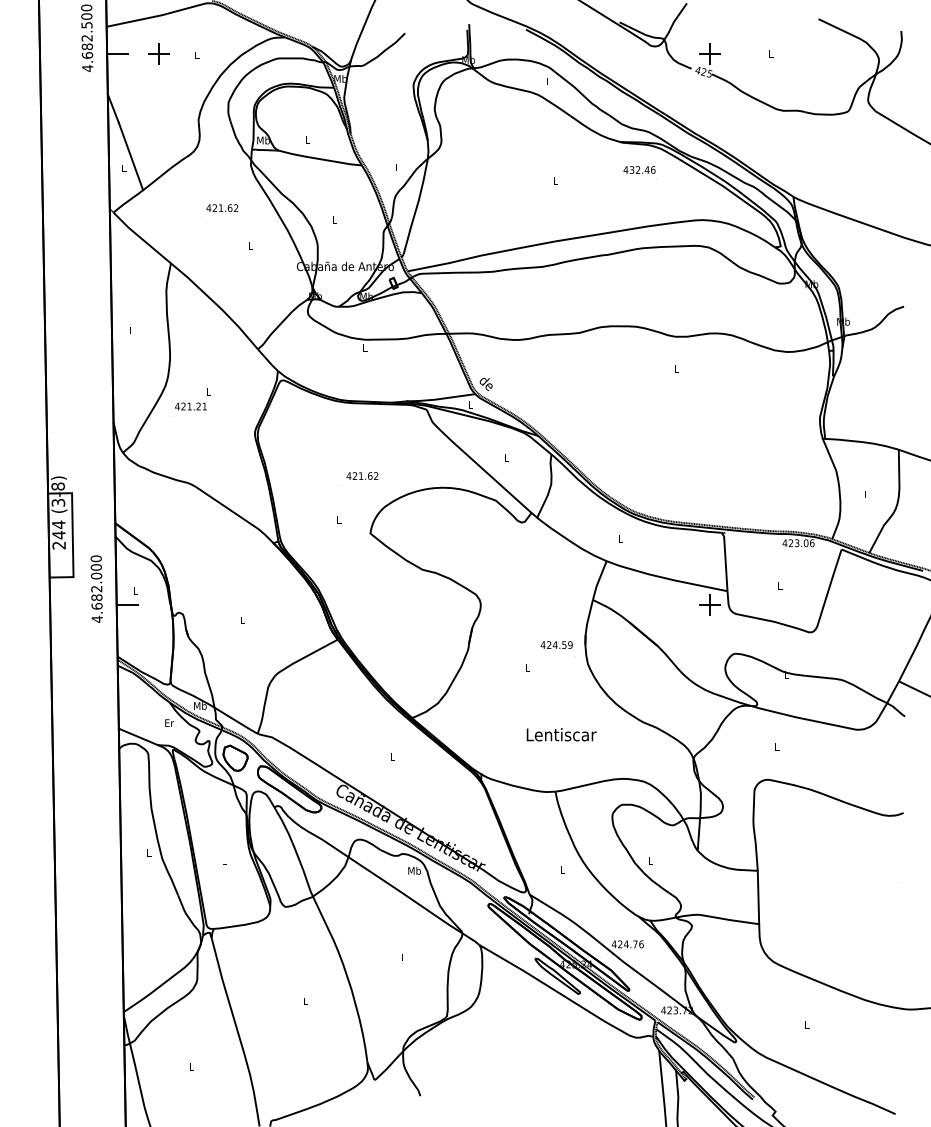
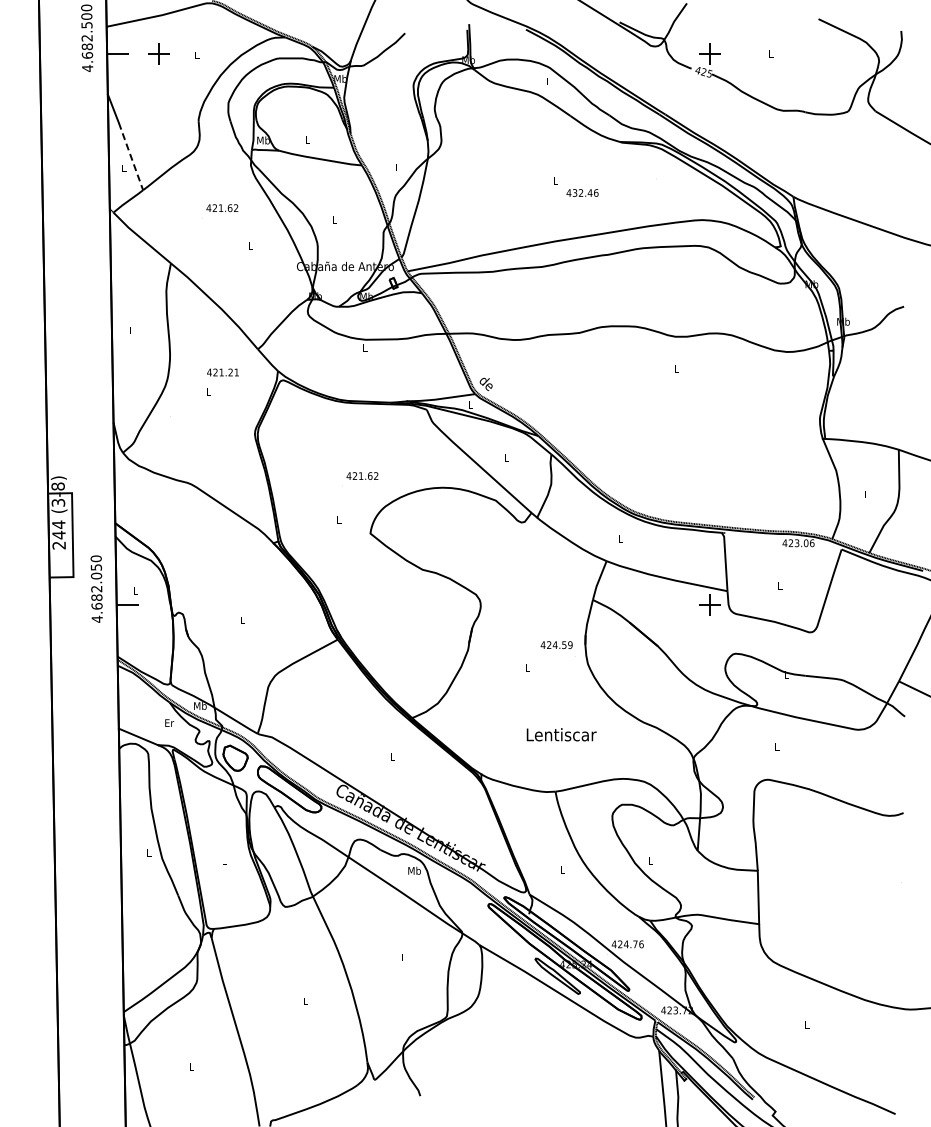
line at (131, 156): solid -> dashed
text at (639, 169) position: (639, 169) -> (582, 192)
text at (190, 406) position: (190, 406) -> (222, 372)
text at (96, 567): 4.682.000 -> 4.682.050
